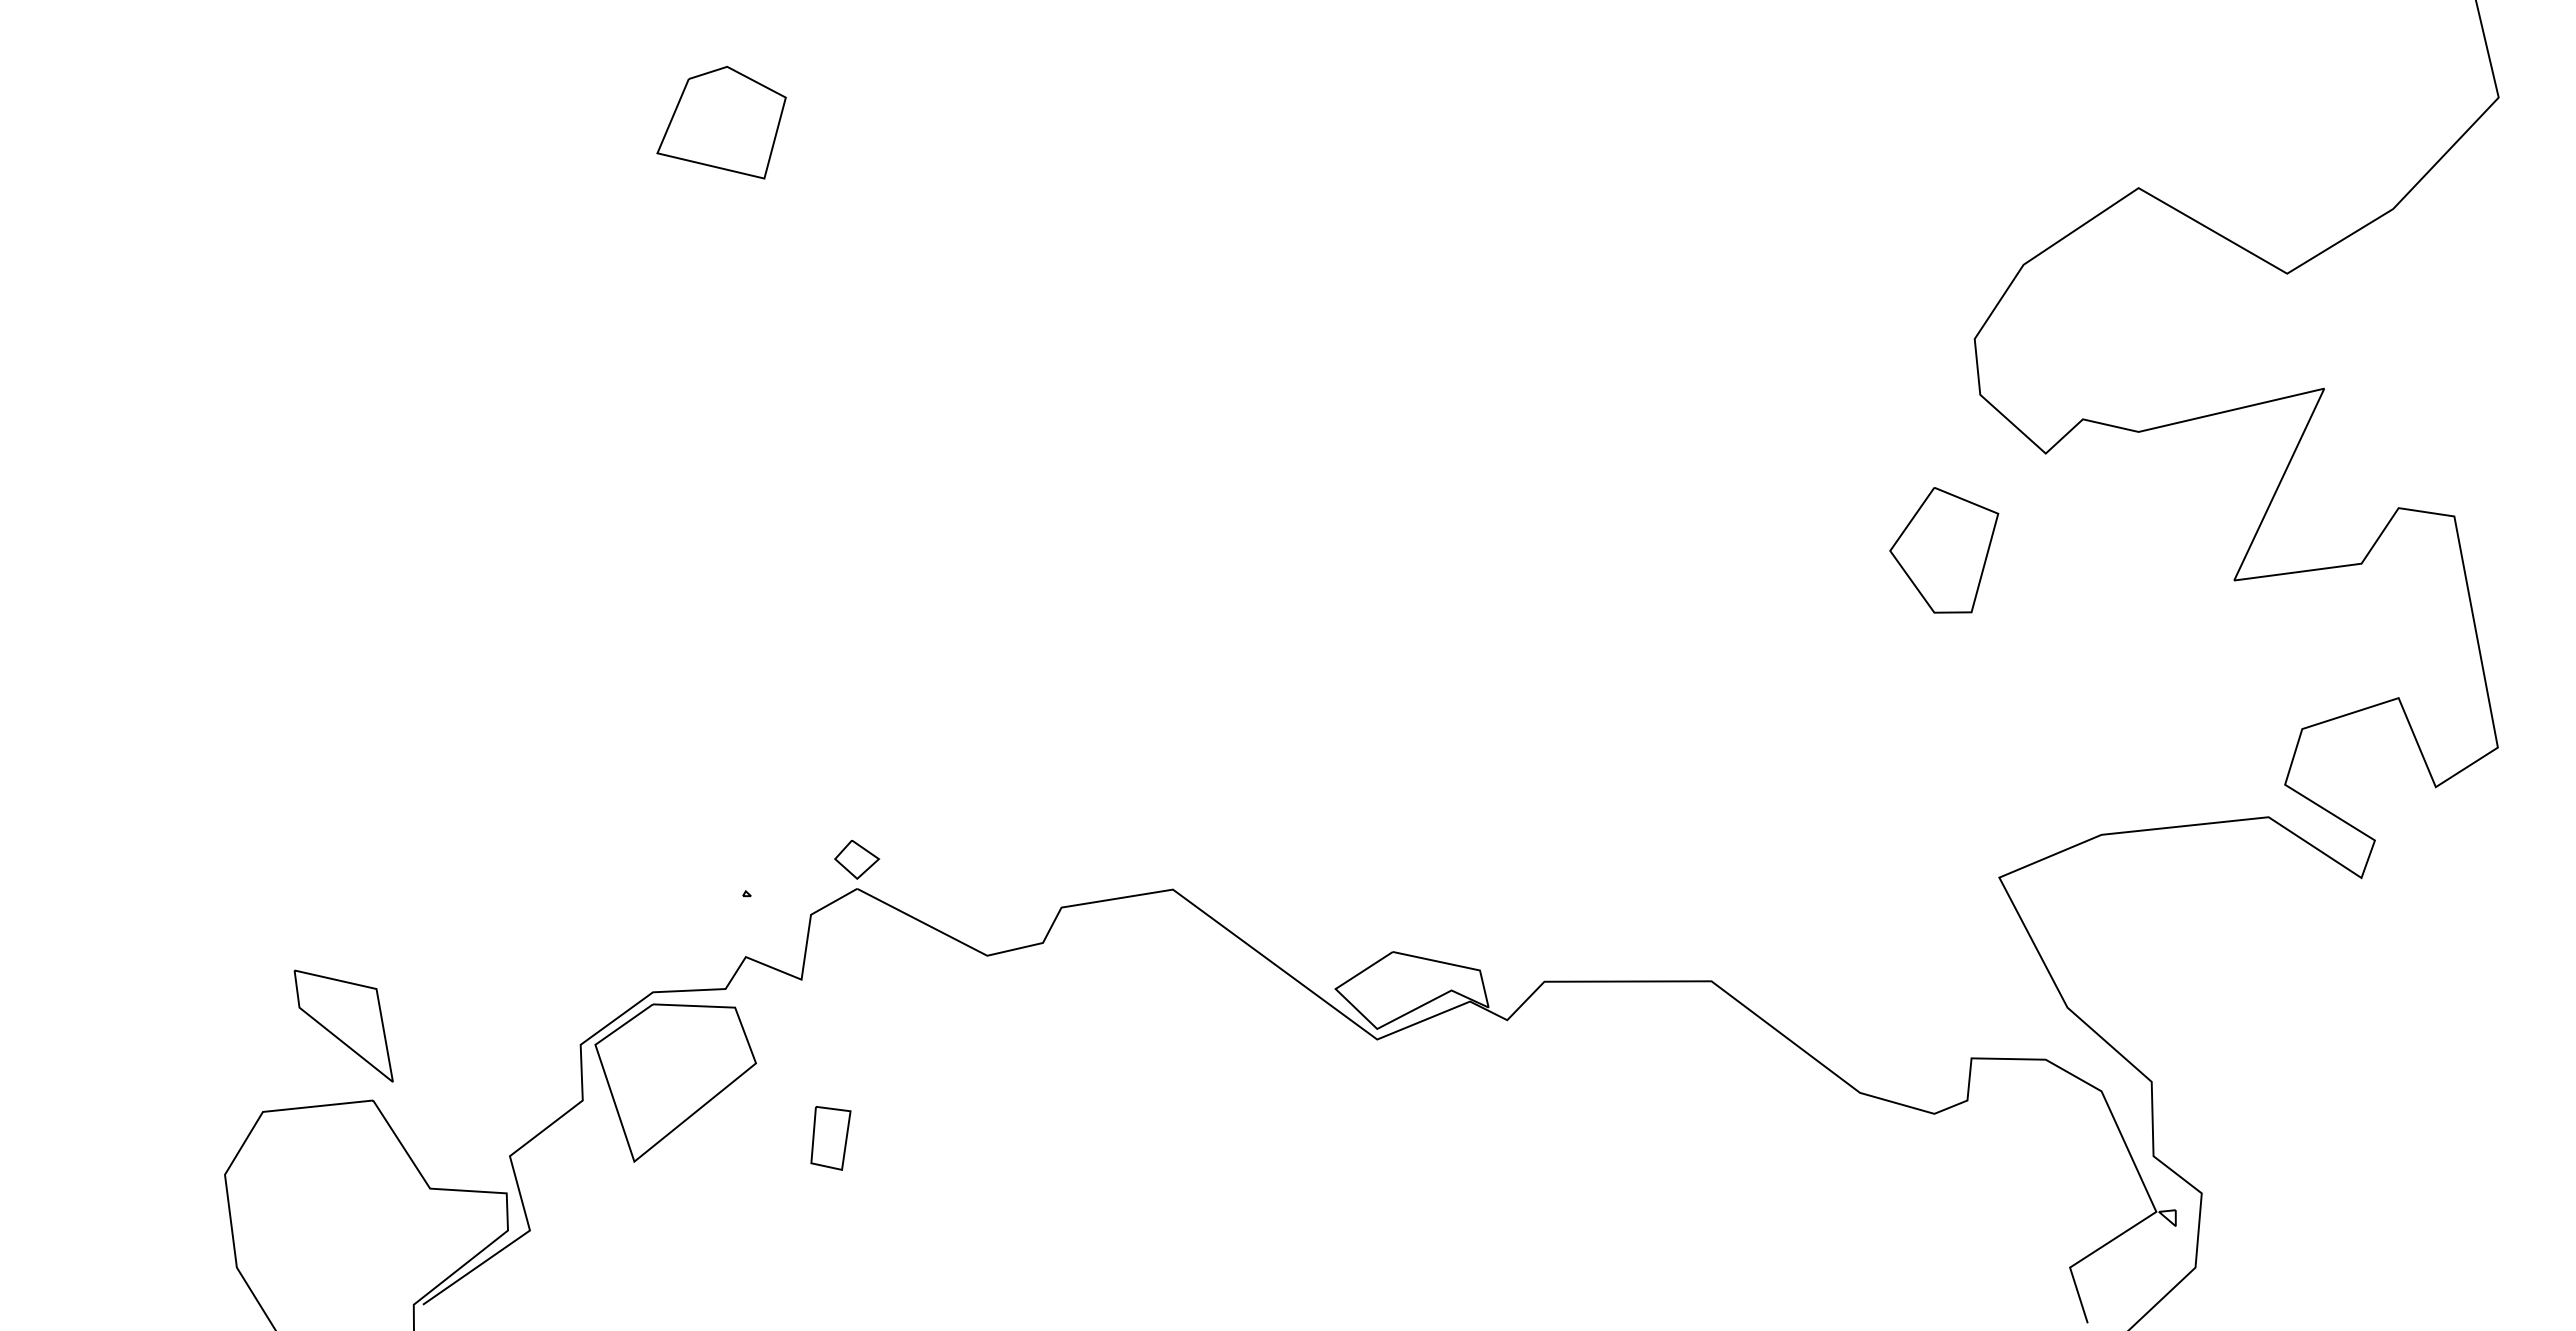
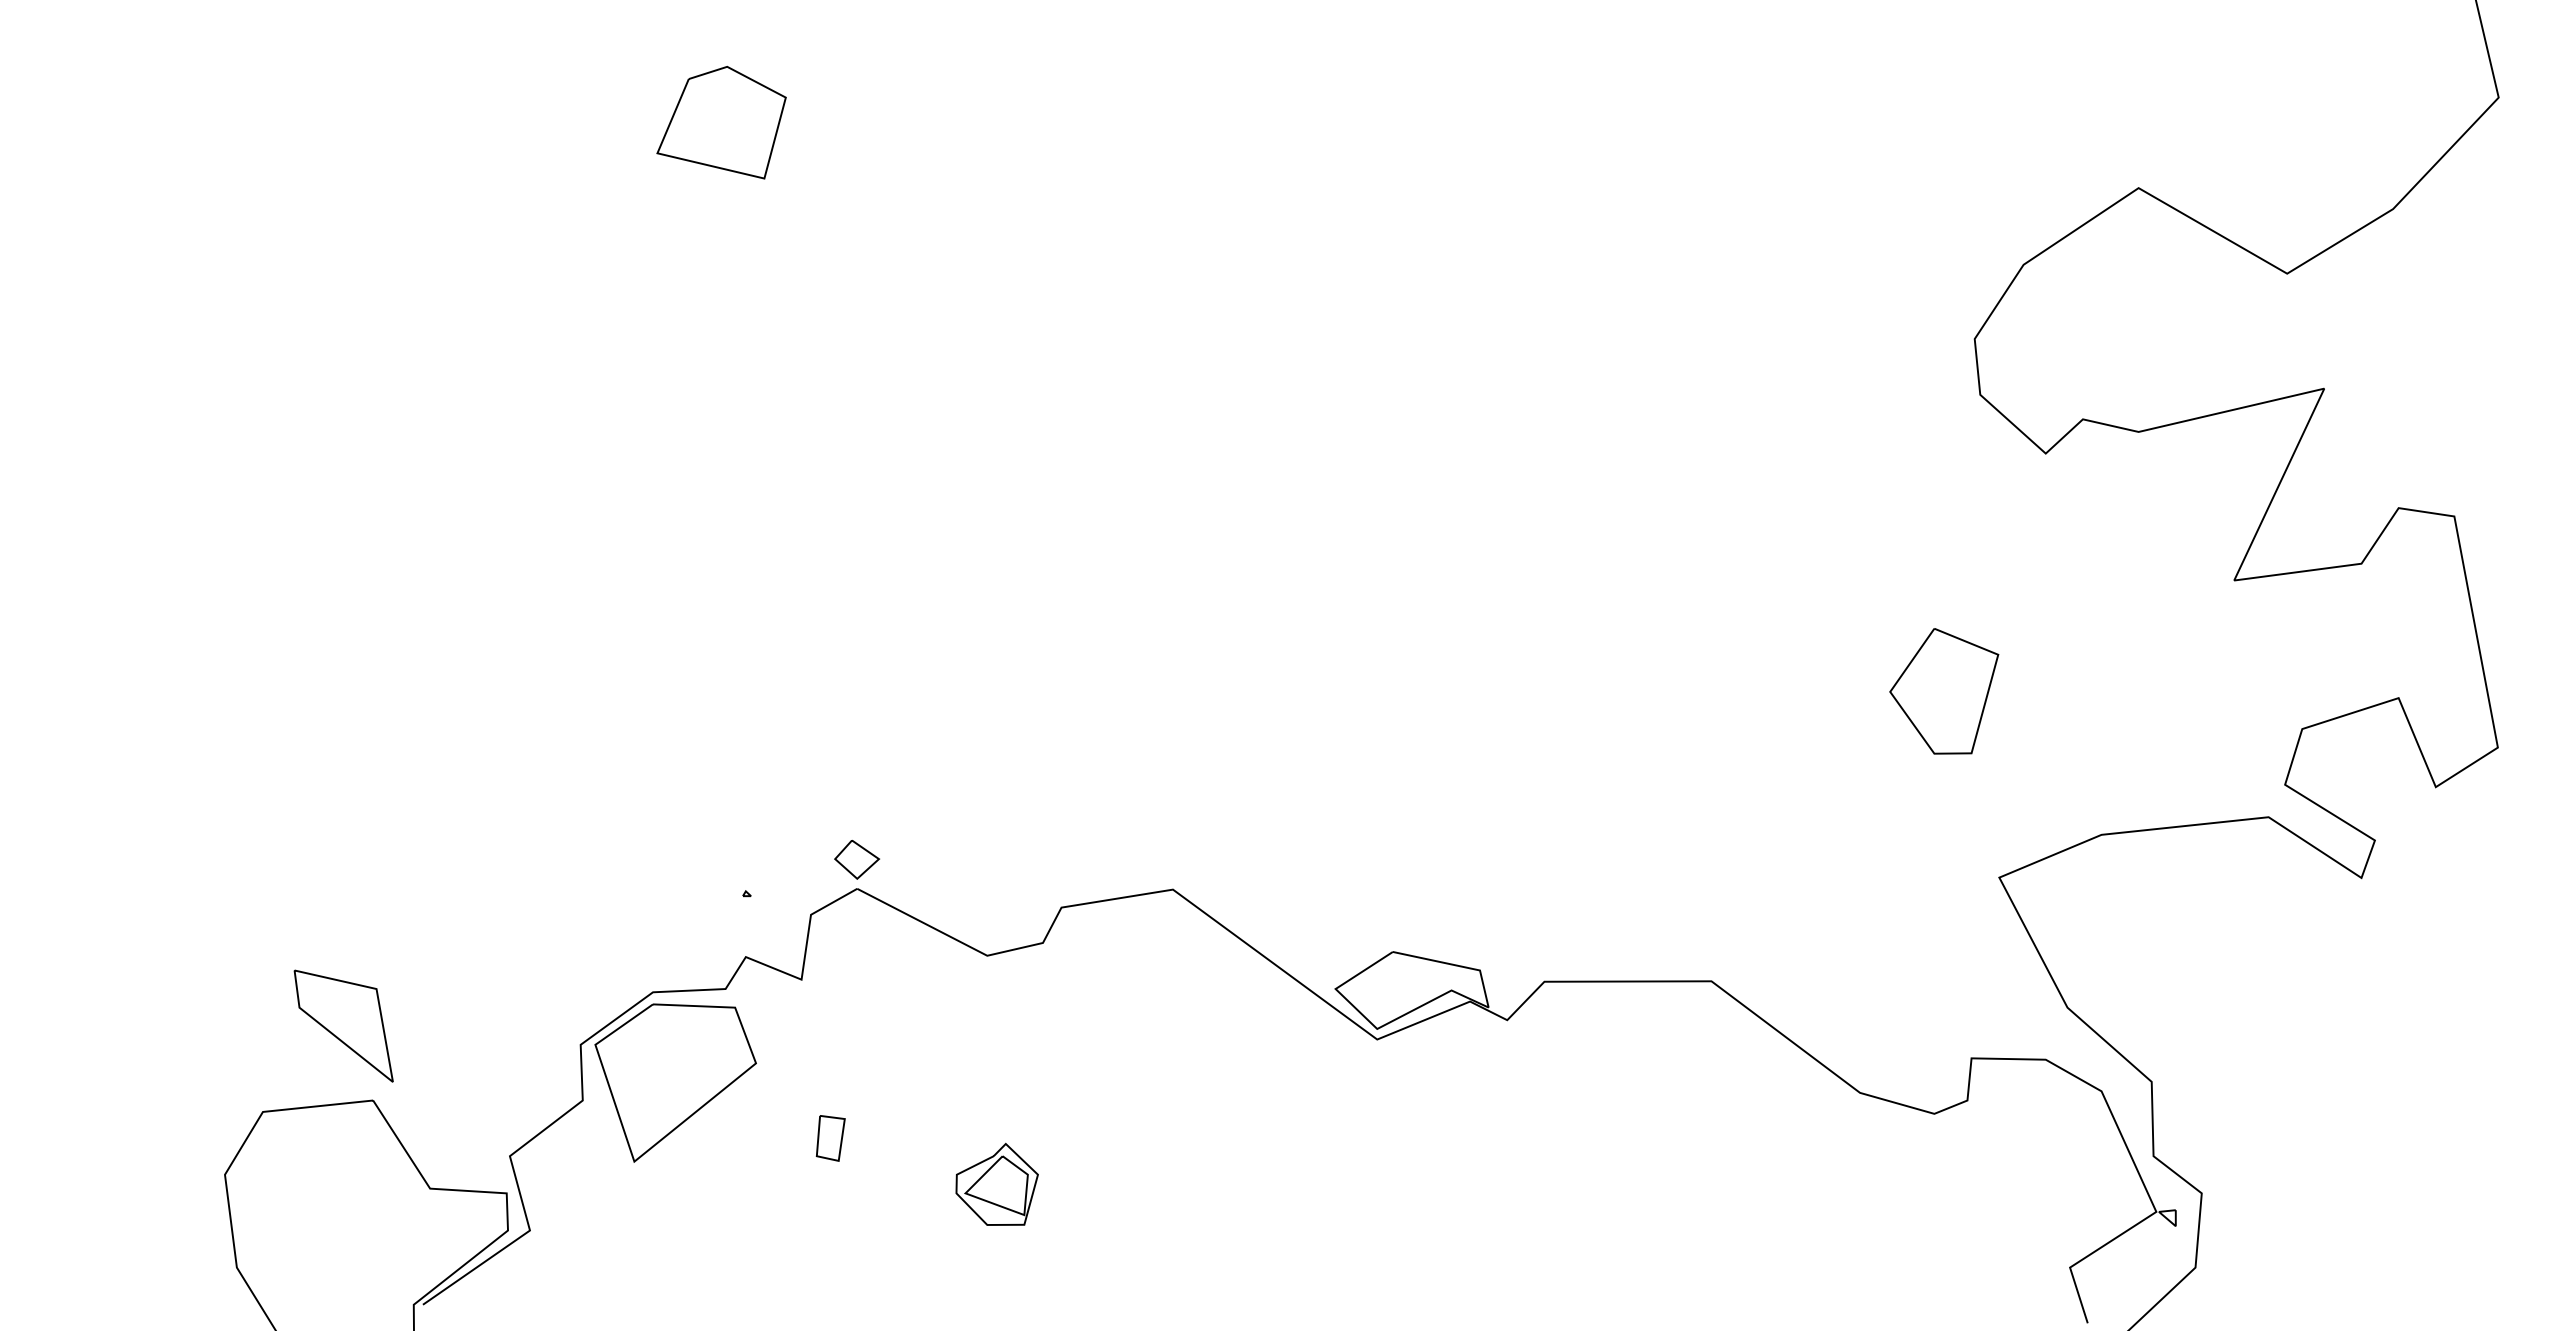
part at (1944, 550) position: (1944, 550) -> (1944, 691)
part at (830, 1138) size: 42x65 px -> 31x47 px
part at (996, 1183): none -> present
